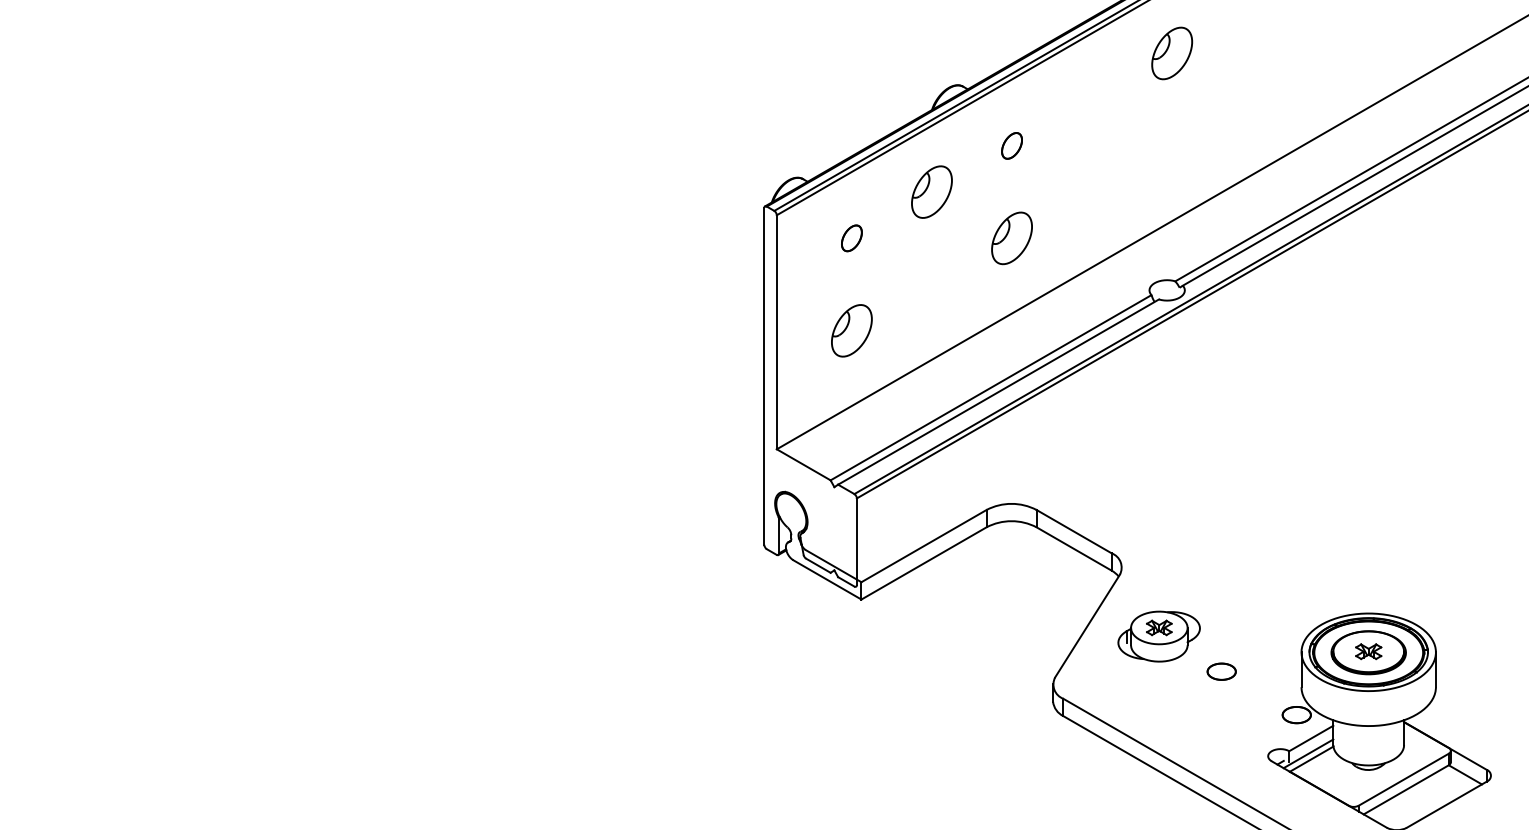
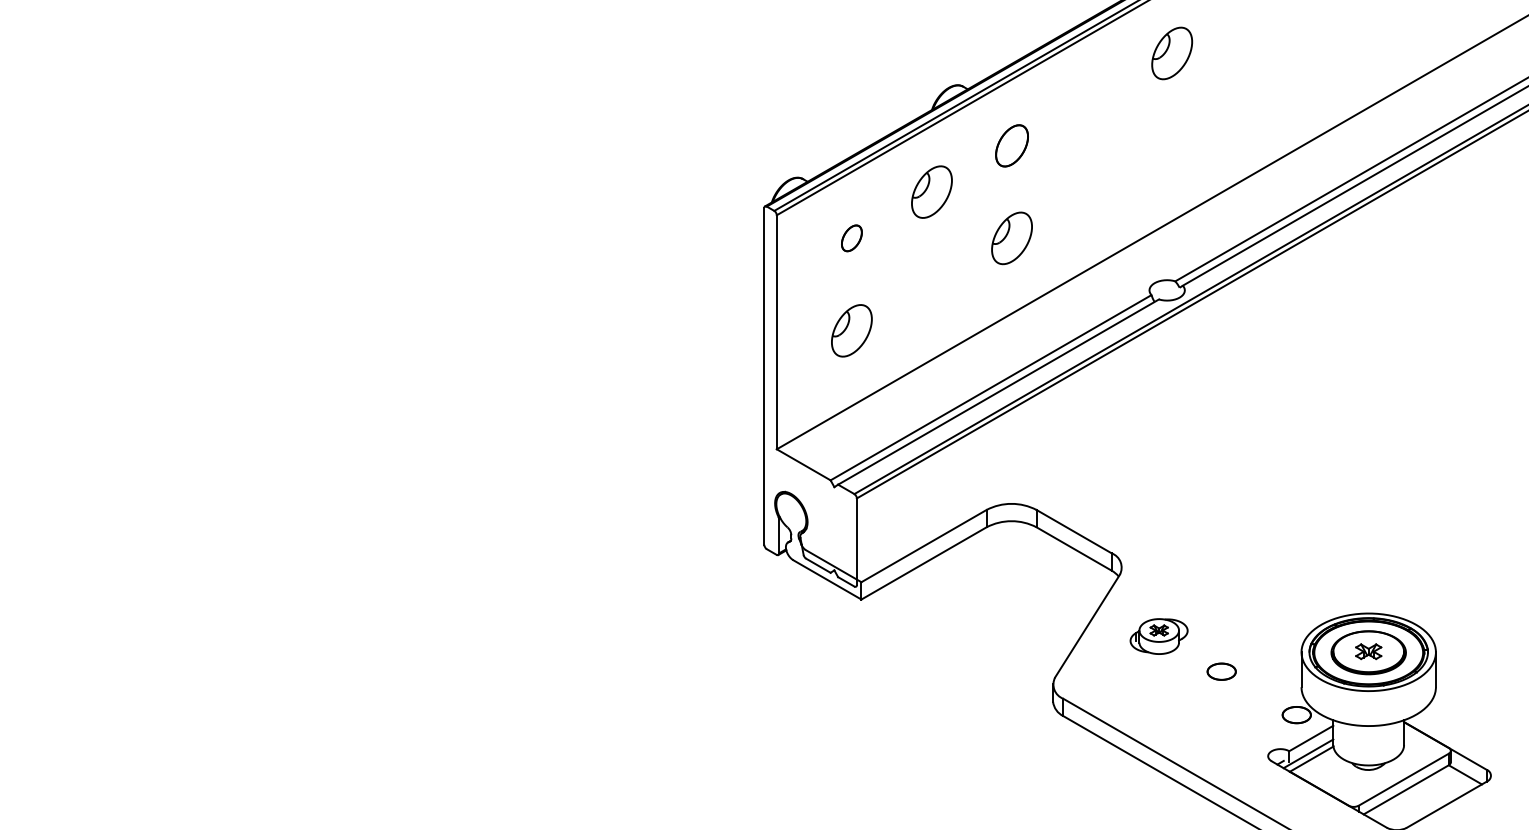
part at (1011, 145) size: 22x28 px -> 34x44 px
part at (1158, 636) size: 84x53 px -> 60x37 px
